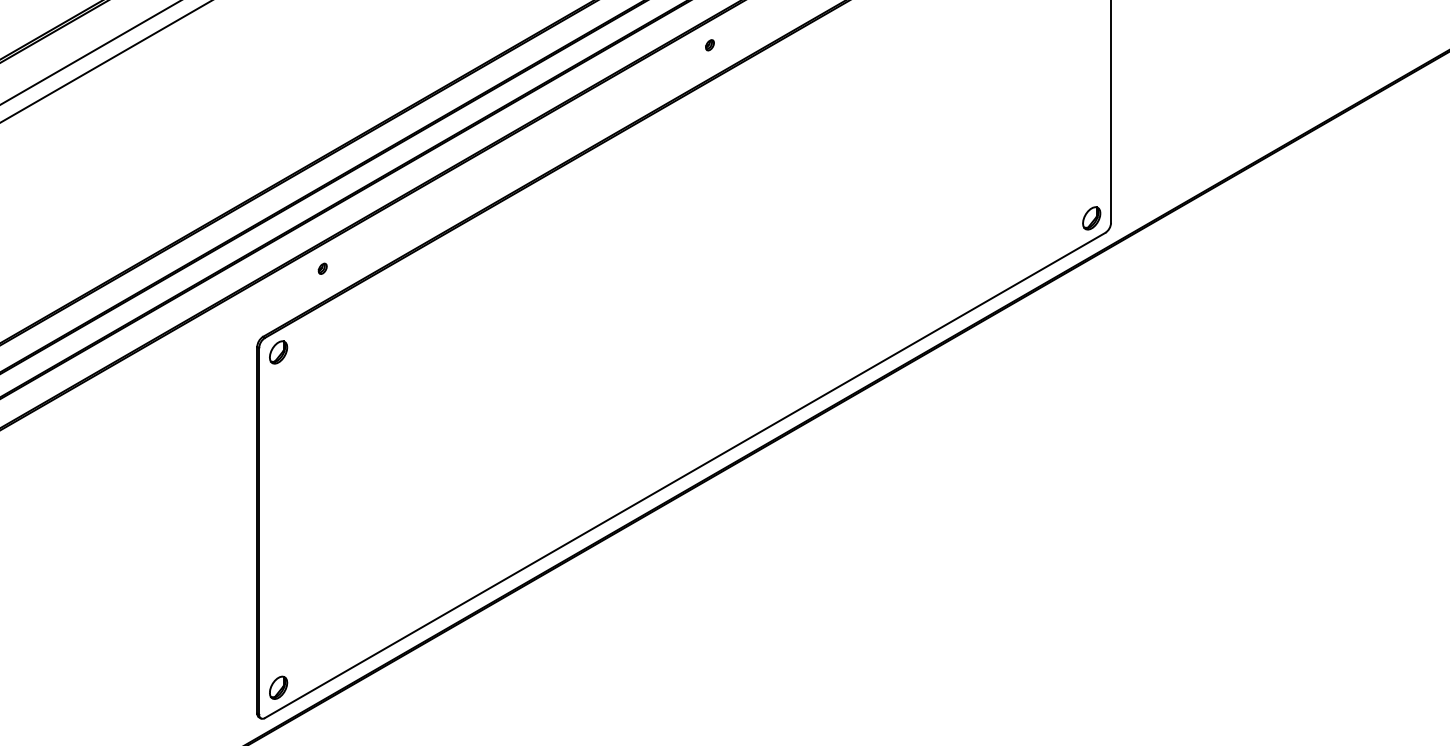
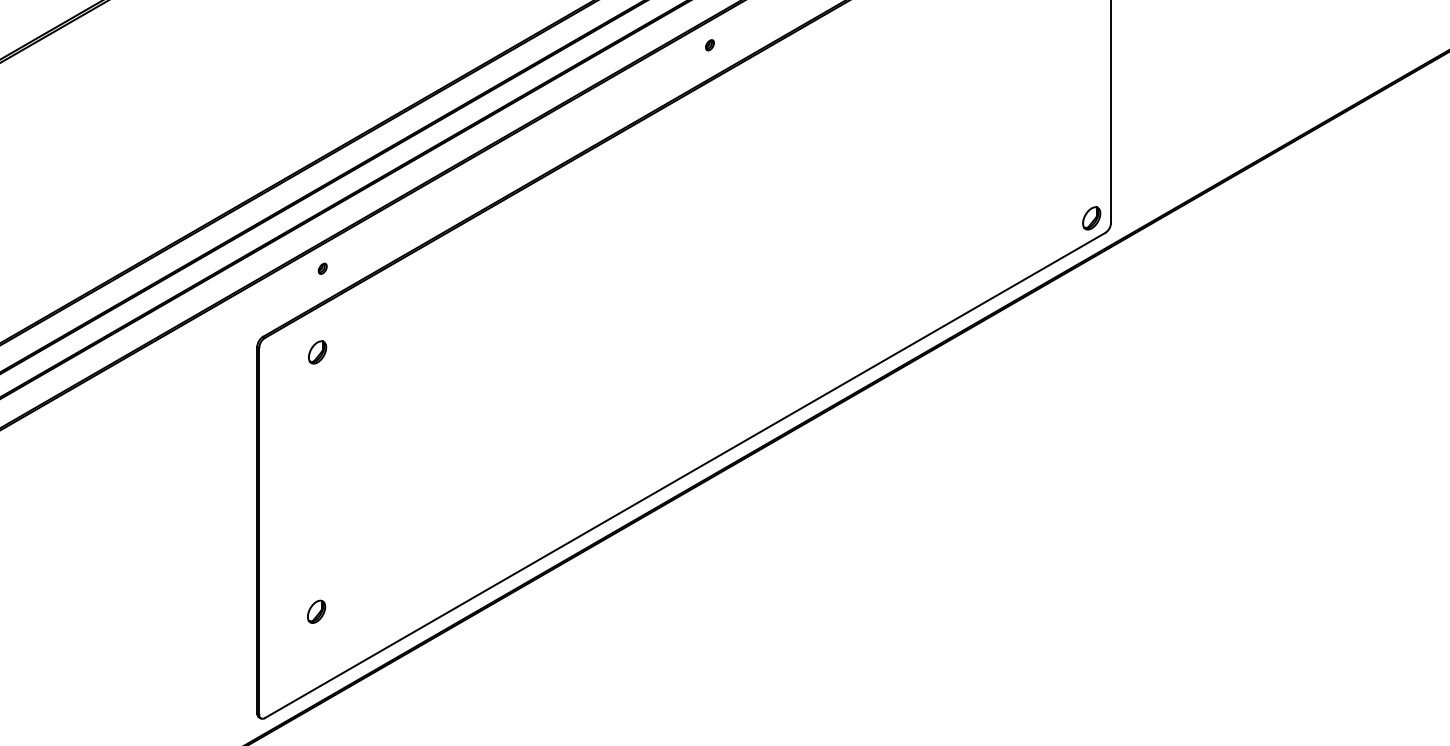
line at (89, 52): present -> none
line at (105, 61): present -> none
part at (278, 352) position: (278, 352) -> (317, 352)
part at (278, 687) position: (278, 687) -> (316, 611)
